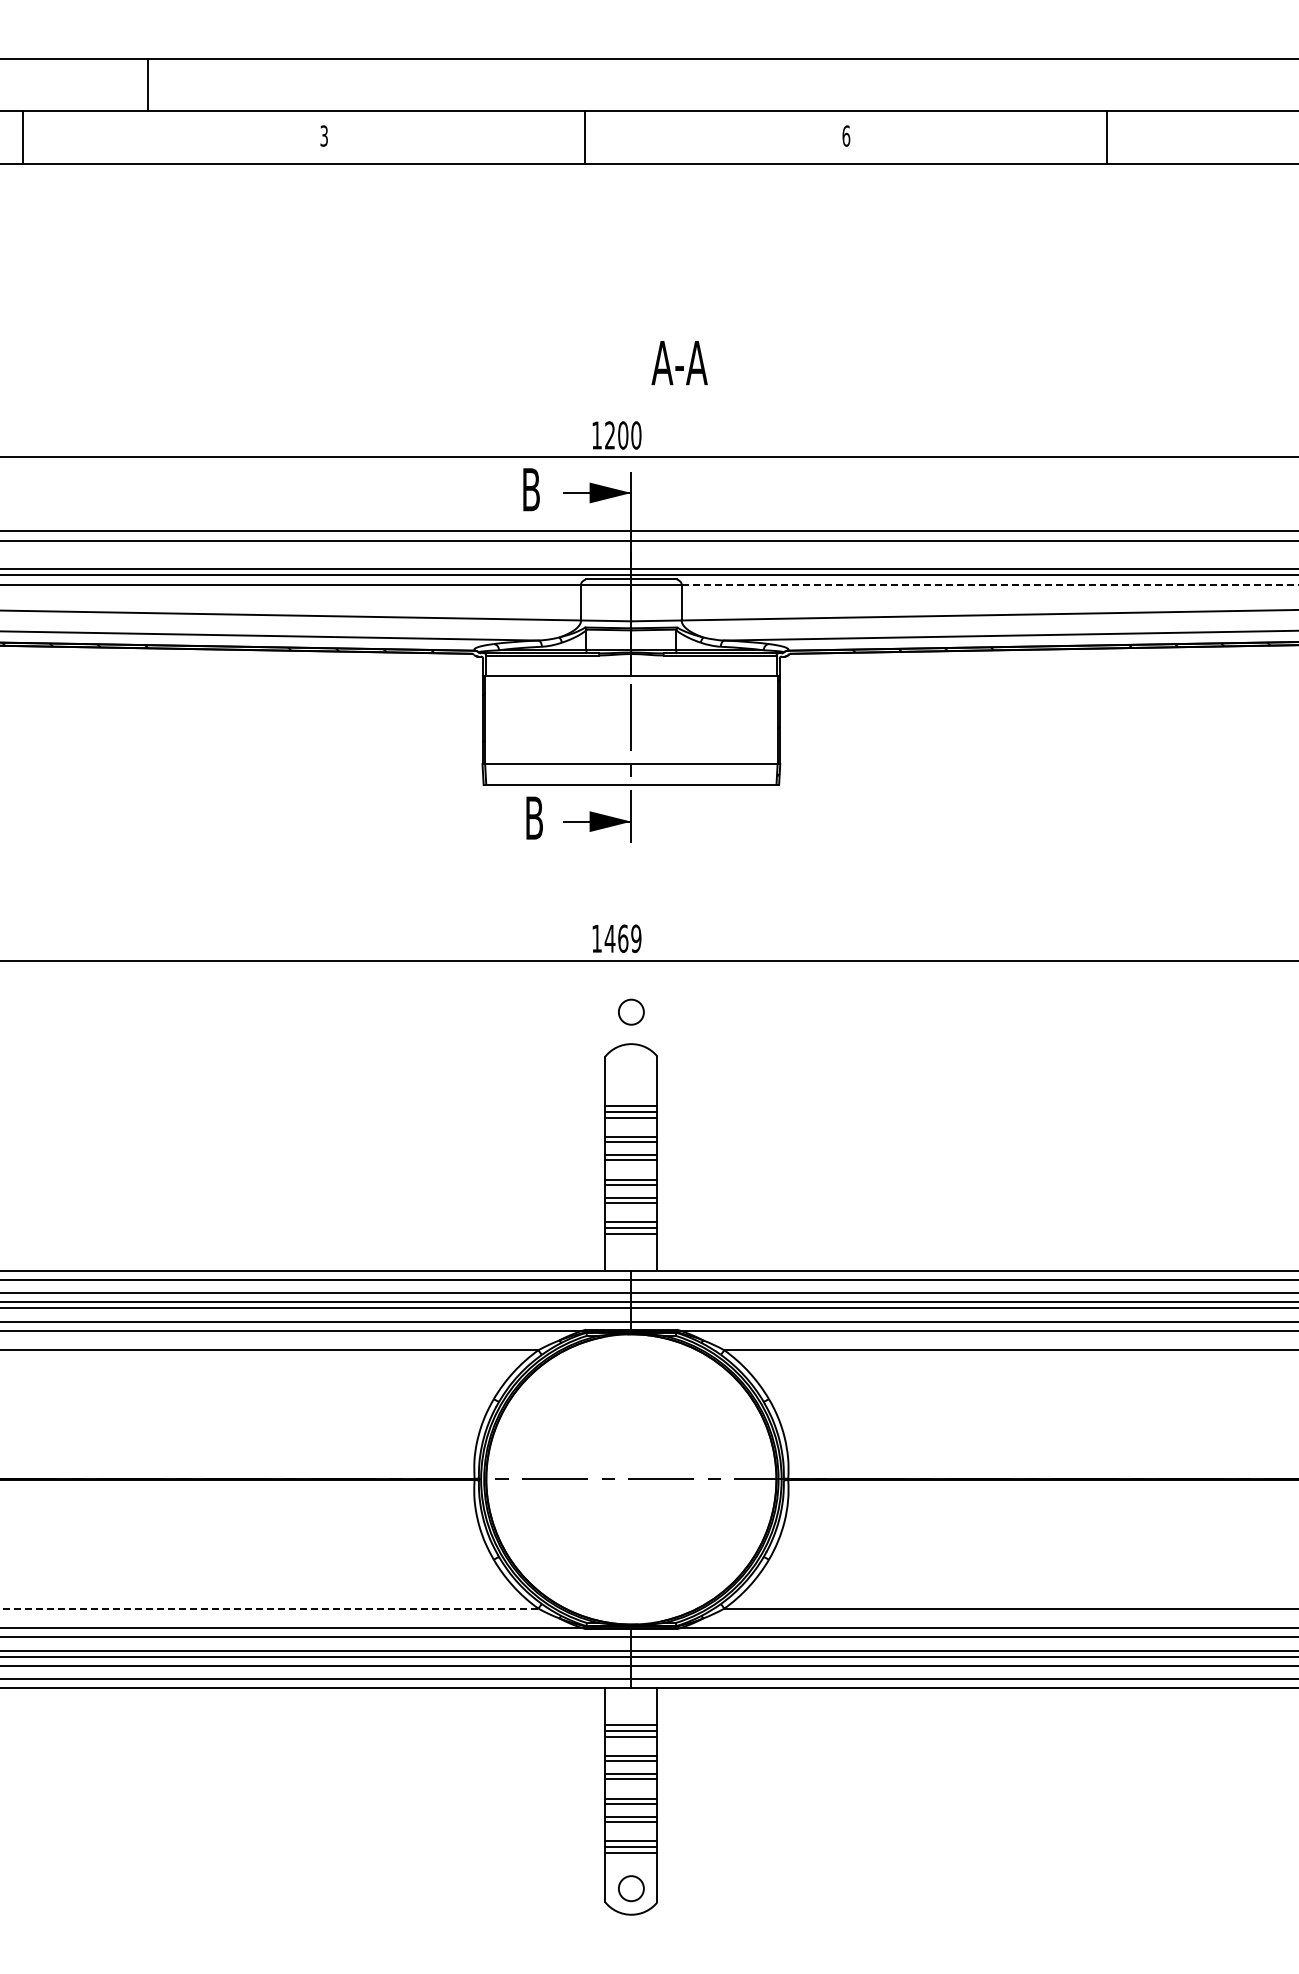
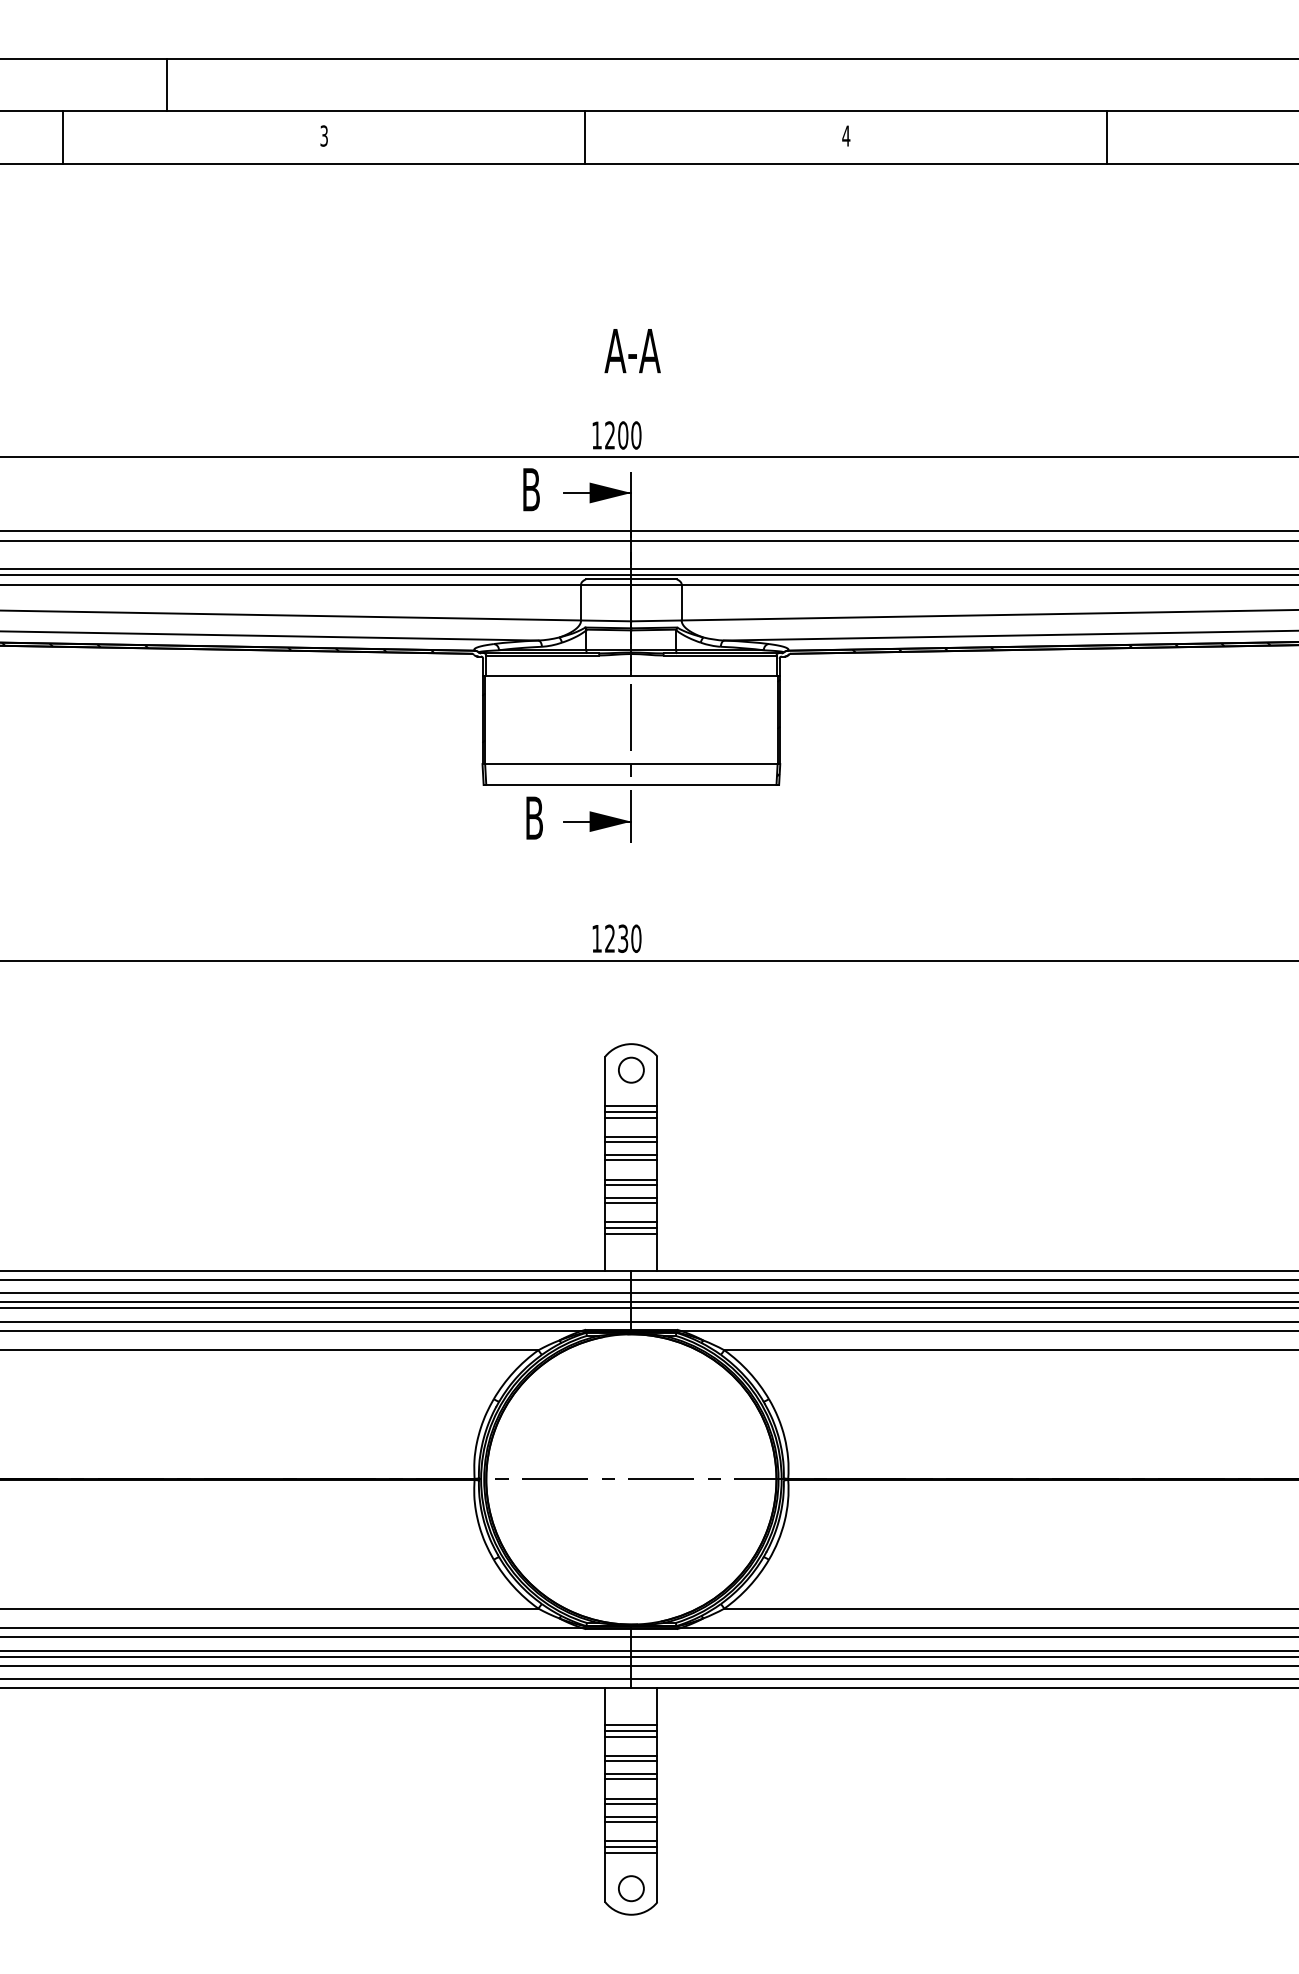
line at (148, 85) position: (148, 85) -> (167, 85)
text at (846, 135): 6 -> 4
line at (23, 137) position: (23, 137) -> (63, 137)
text at (679, 363) position: (679, 363) -> (632, 351)
line at (990, 584): dashed -> solid
text at (622, 938): 1469 -> 1230
circle at (631, 1011) position: (631, 1011) -> (631, 1069)
line at (269, 1608): dashed -> solid
